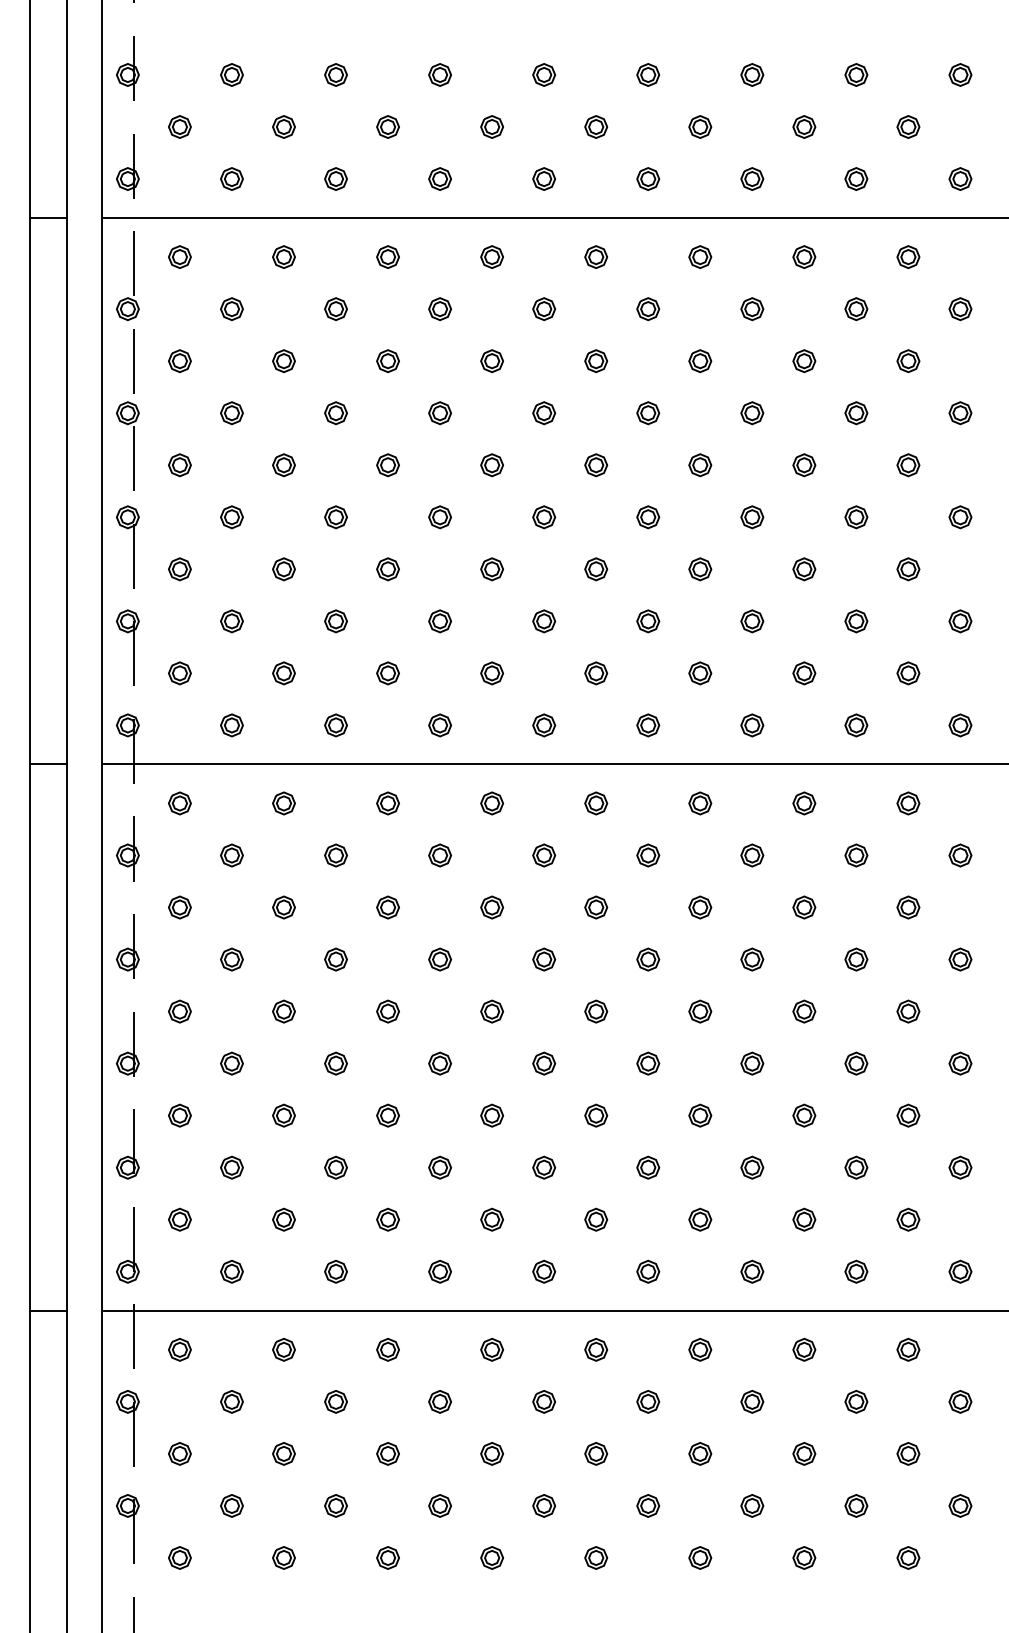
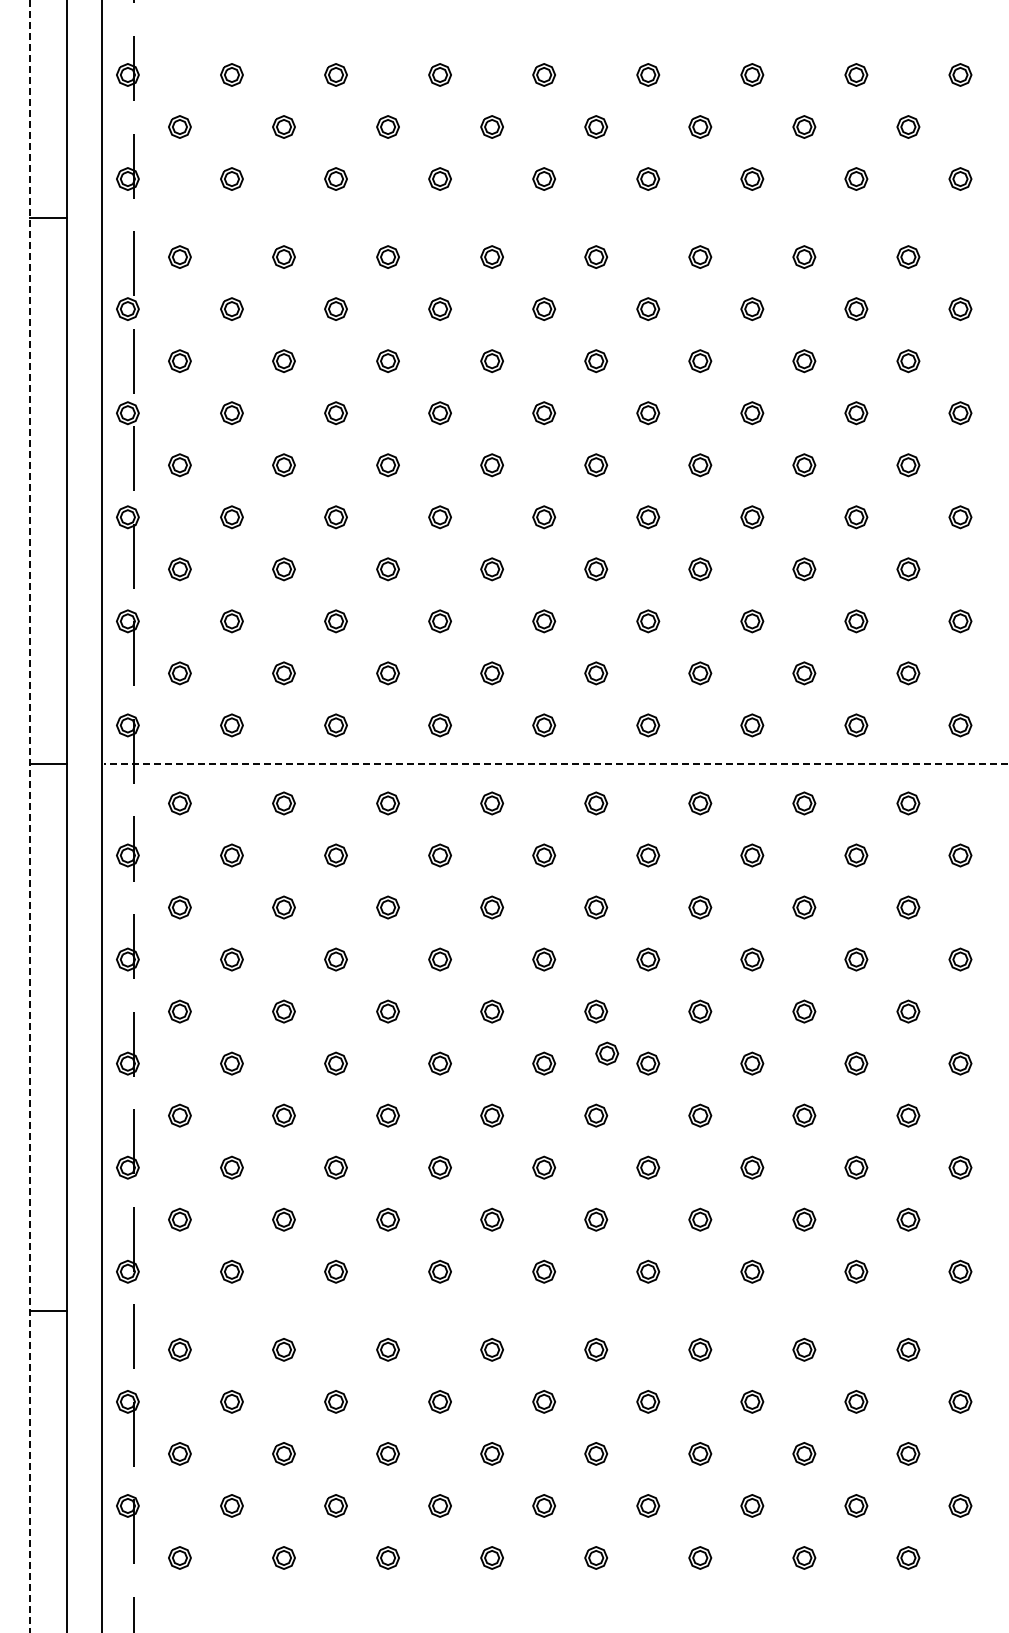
line at (554, 218): present -> none
line at (556, 764): solid -> dashed
line at (30, 816): solid -> dashed
part at (607, 1053): none -> present
line at (554, 1310): present -> none
